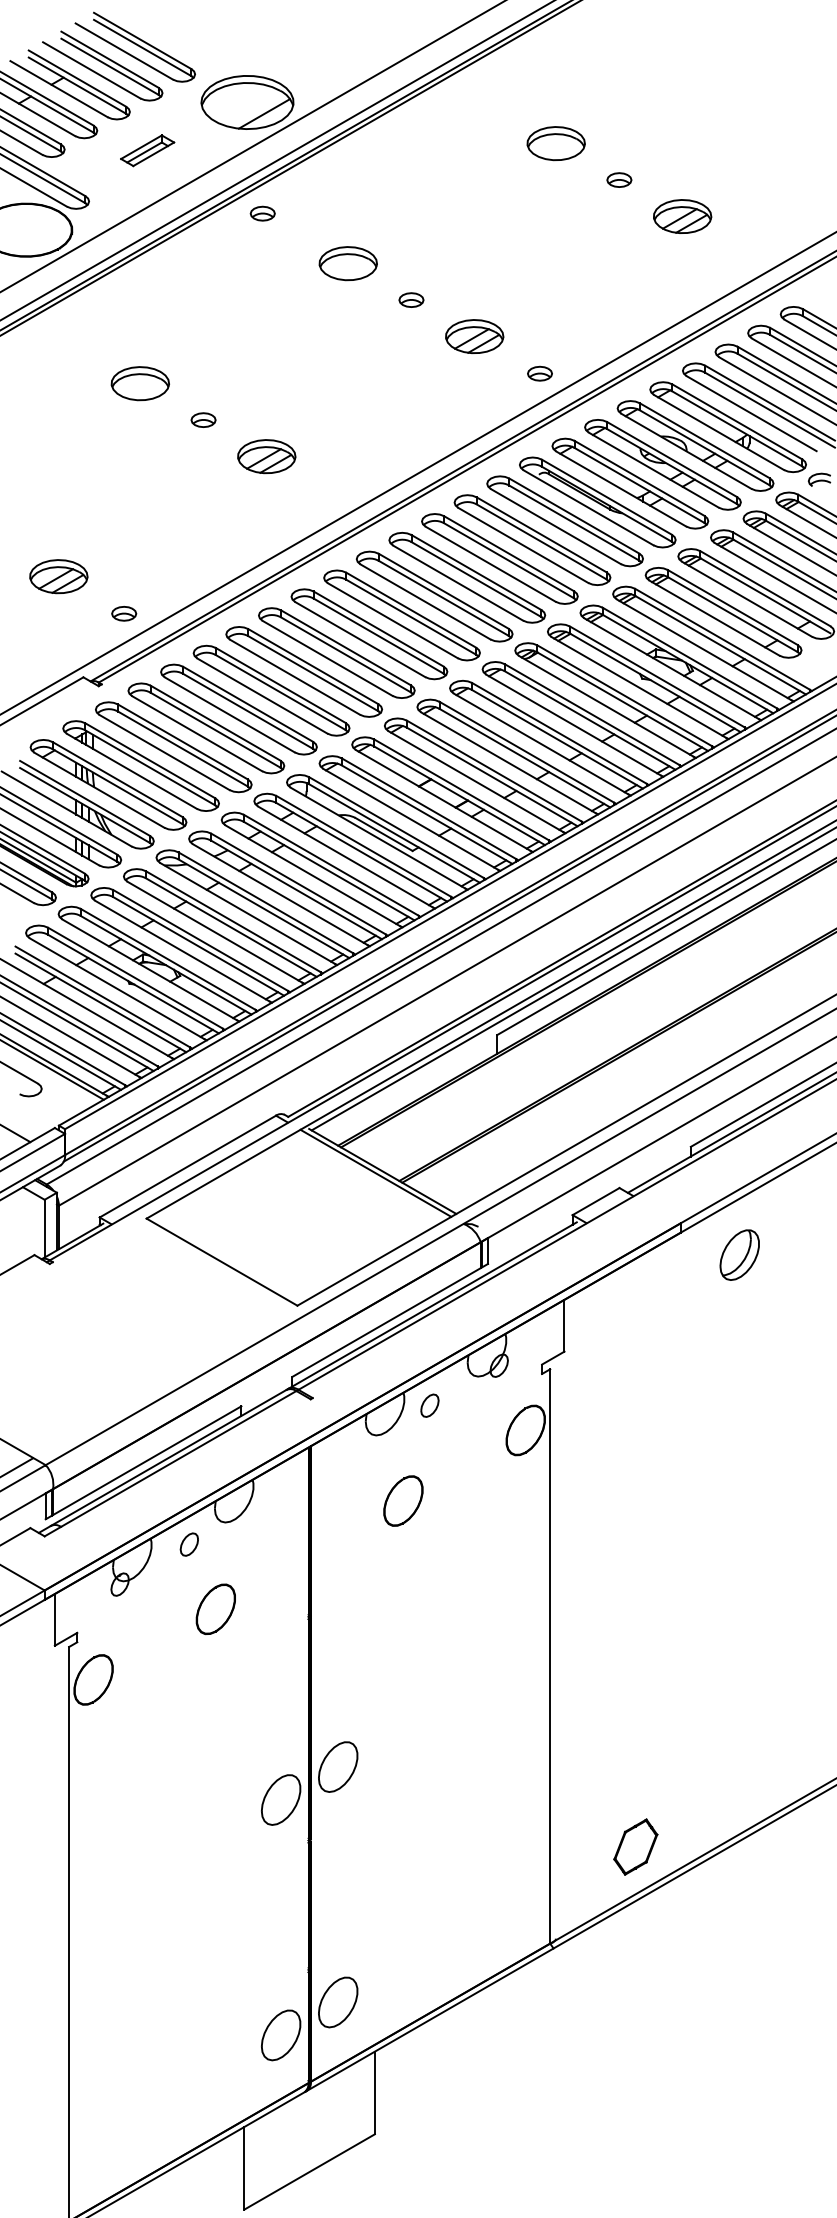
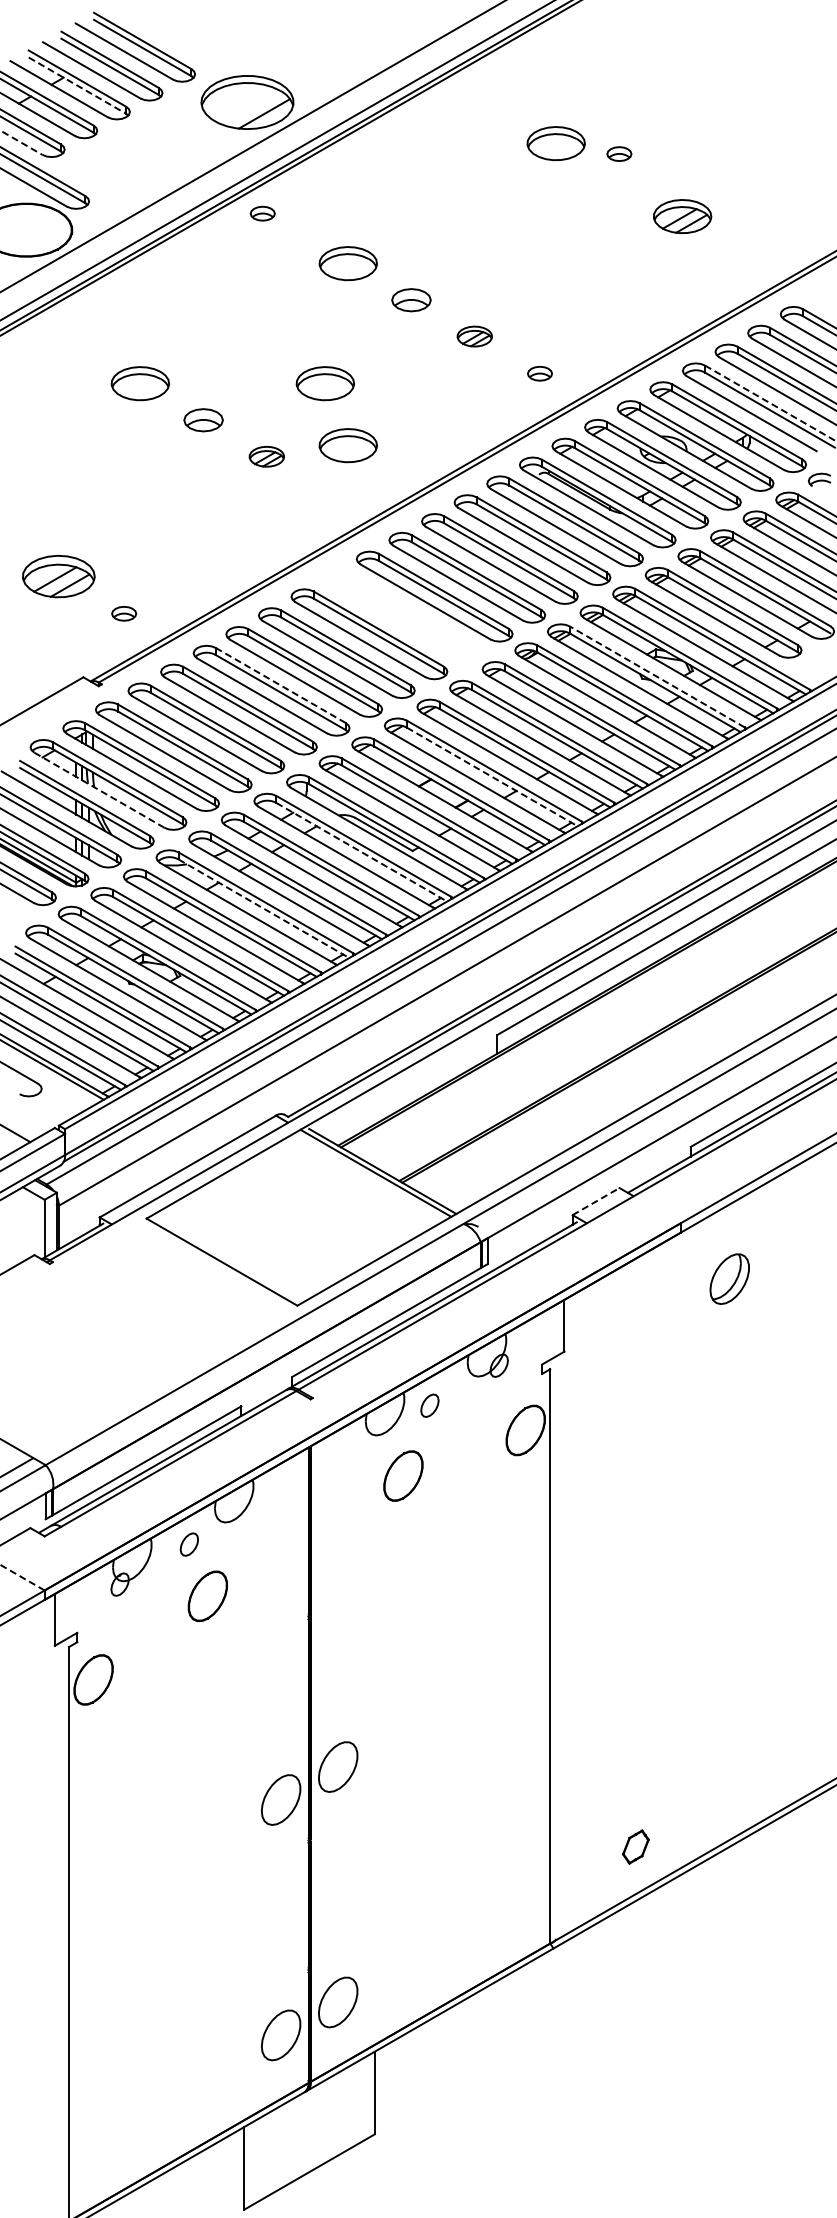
line at (77, 85): solid -> dashed
line at (21, 143): solid -> dashed
part at (147, 150): present -> none
part at (619, 179) position: (619, 179) -> (619, 153)
part at (411, 299) size: 27x16 px -> 41x25 px
part at (474, 336) size: 60x35 px -> 37x23 px
part at (324, 383): none -> present
line at (769, 402): solid -> dashed
part at (203, 419) size: 27x16 px -> 41x25 px
part at (347, 445): none -> present
part at (266, 456) size: 60x36 px -> 37x23 px
line at (417, 473): present -> none
part at (58, 576) size: 60x36 px -> 74x45 px
part at (401, 615): present -> none
line at (657, 676): solid -> dashed
line at (280, 685): solid -> dashed
line at (492, 776): solid -> dashed
line at (99, 790): solid -> dashed
line at (361, 852): solid -> dashed
line at (263, 908): solid -> dashed
line at (572, 979): present -> none
line at (596, 1201): solid -> dashed
part at (739, 1254) position: (739, 1254) -> (729, 1278)
part at (403, 1500) position: (403, 1500) -> (403, 1475)
line at (22, 1577): solid -> dashed
part at (215, 1609) position: (215, 1609) -> (207, 1596)
part at (635, 1846) size: 46x58 px -> 29x36 px
